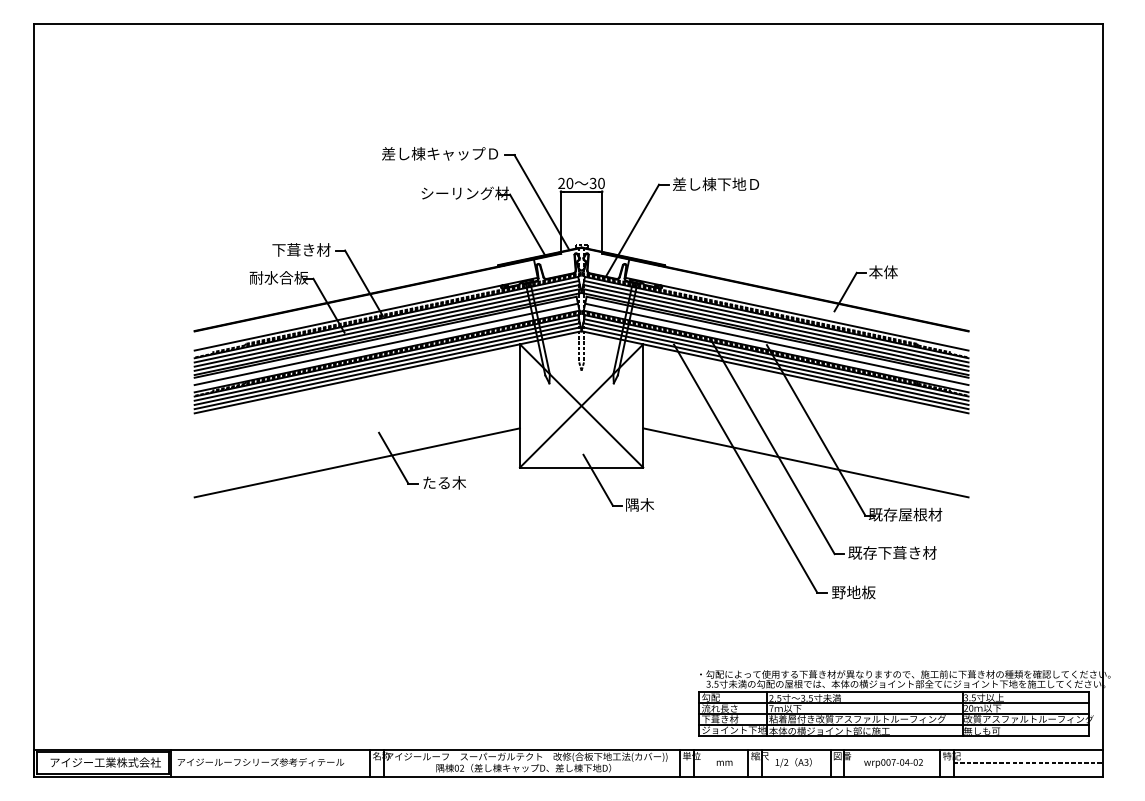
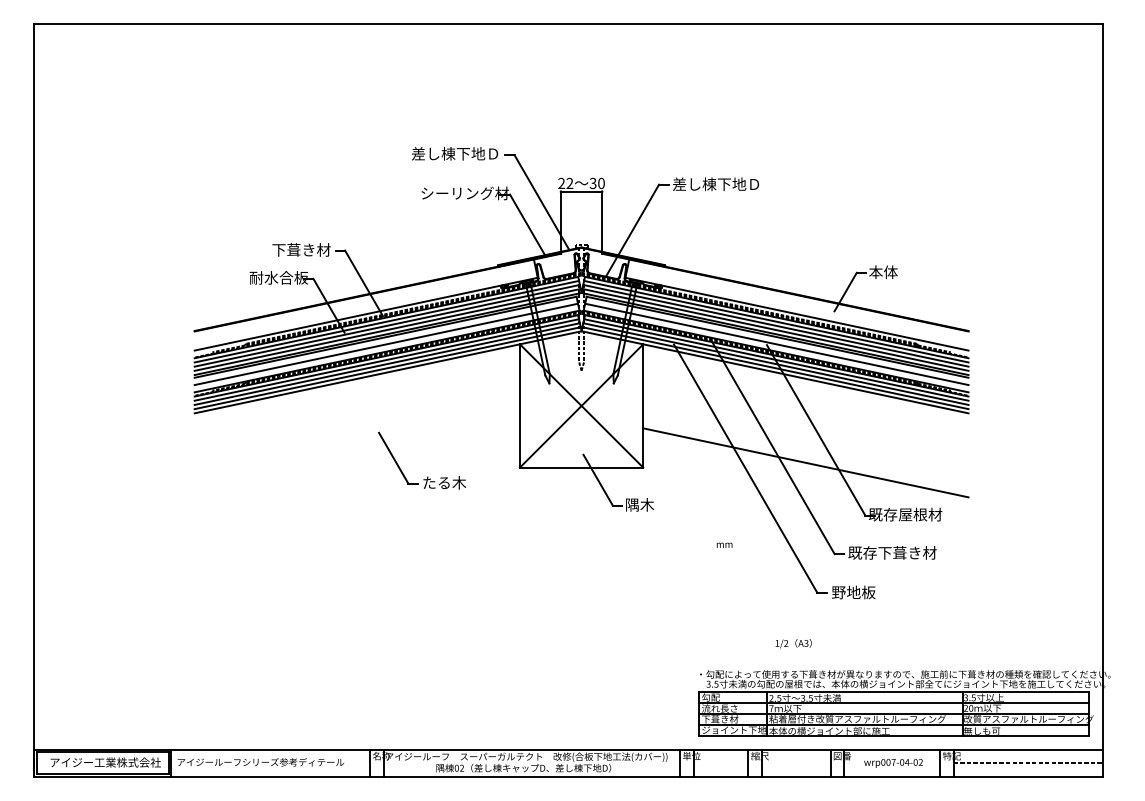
text at (433, 153): 差し棟キャップＤ -> 差し棟下地Ｄ
text at (569, 183): 20 -> 22
line at (356, 462): present -> none
text at (724, 762) position: (724, 762) -> (724, 544)
text at (793, 762) position: (793, 762) -> (793, 643)
